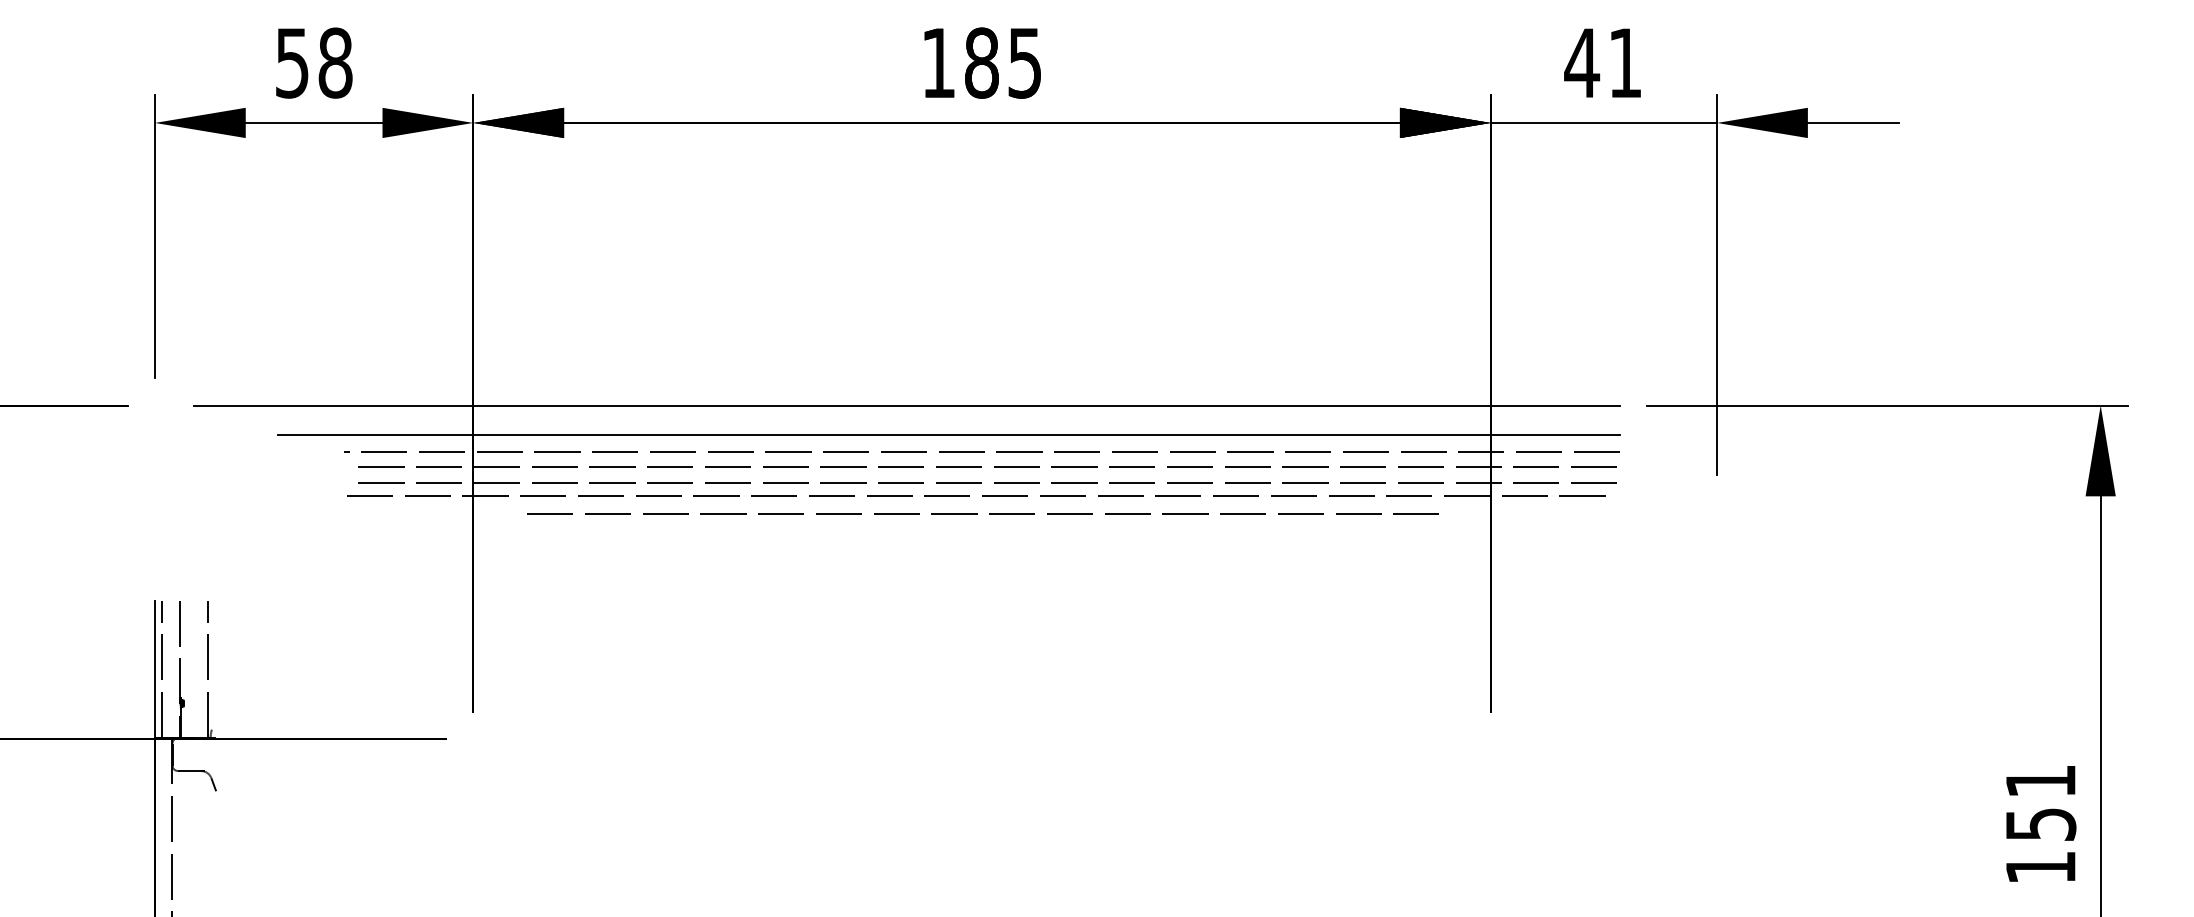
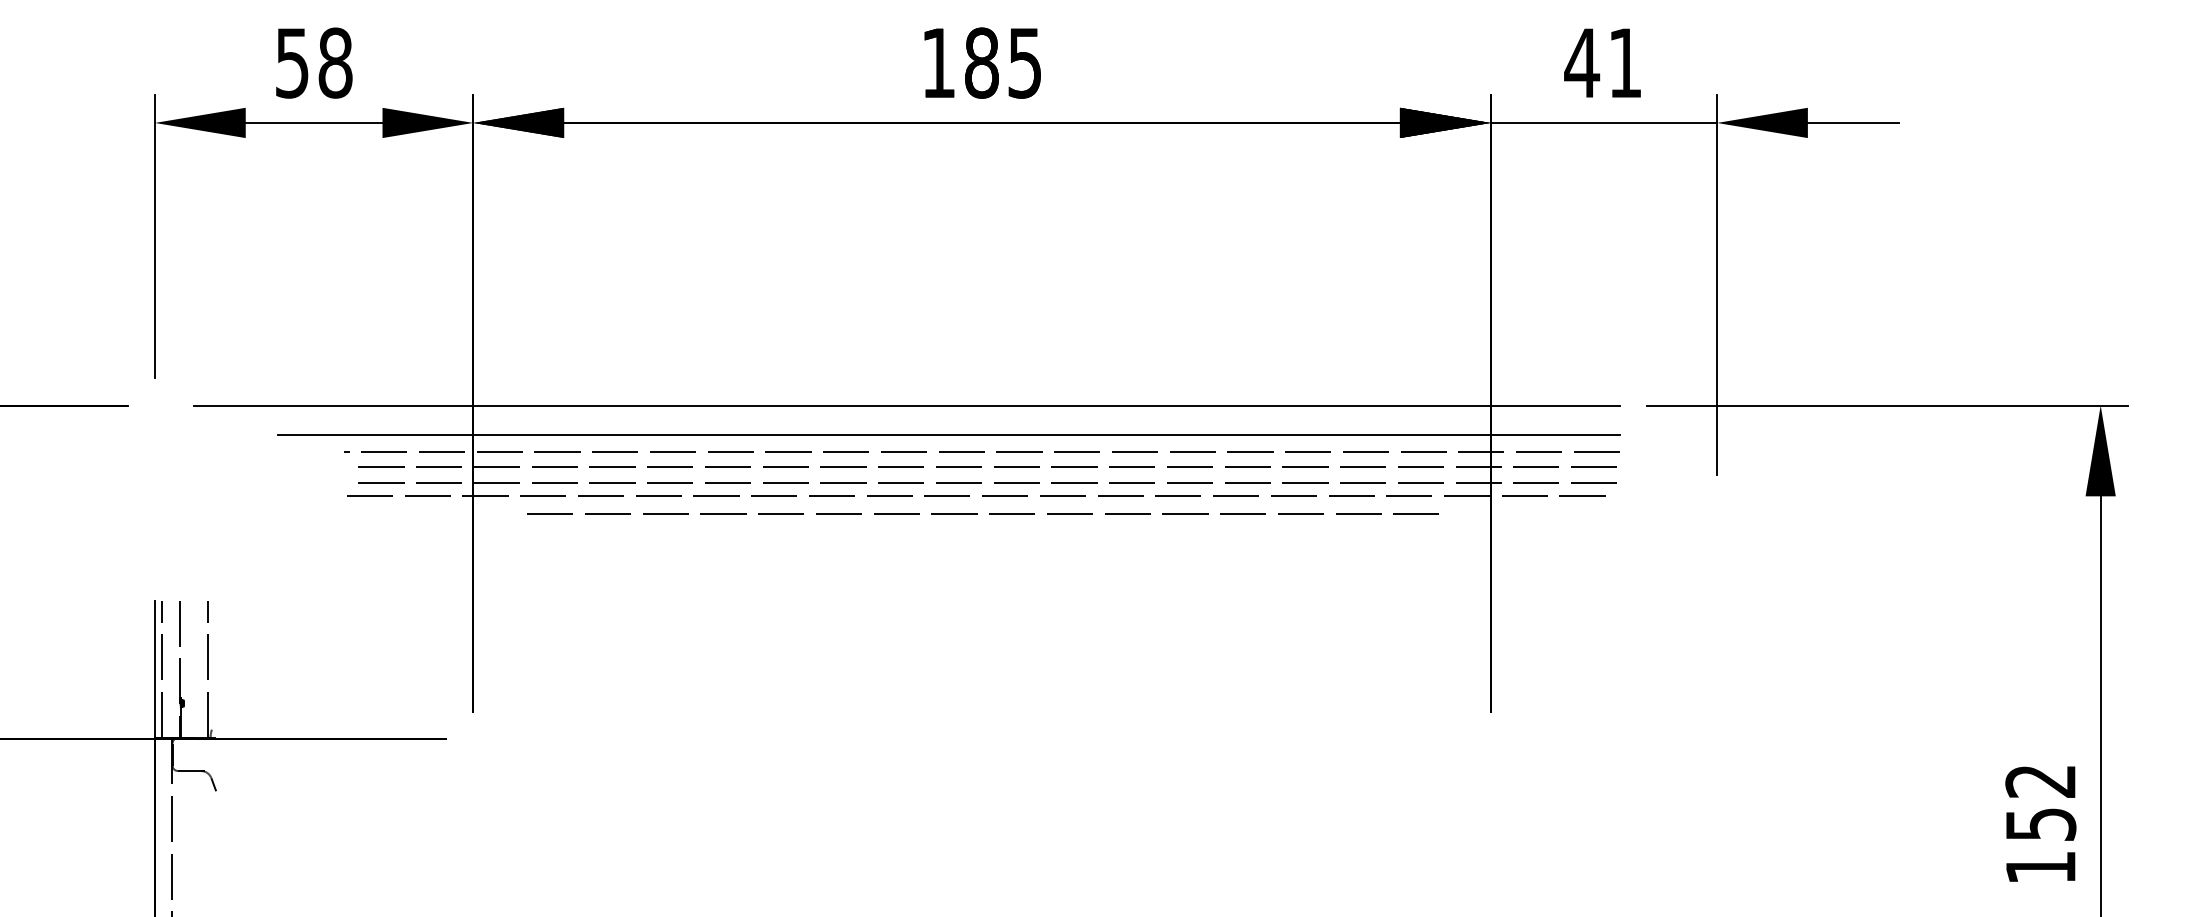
text at (2040, 781): 151 -> 152
